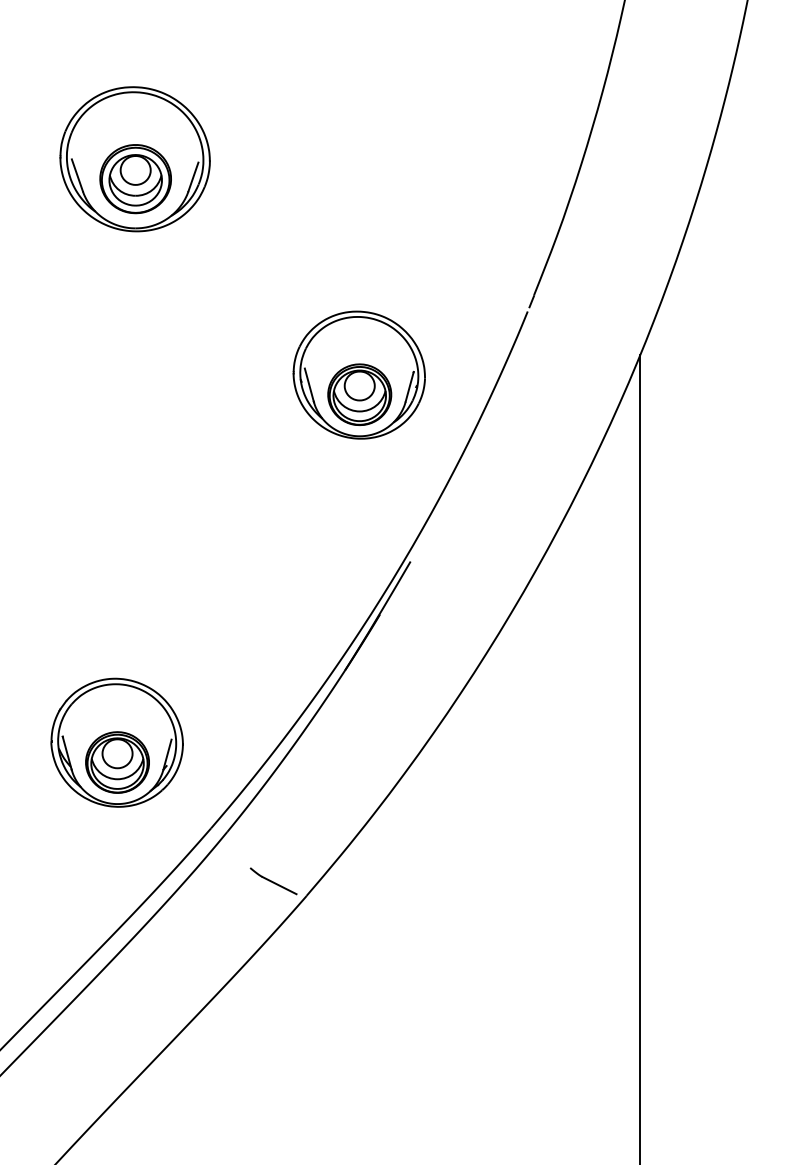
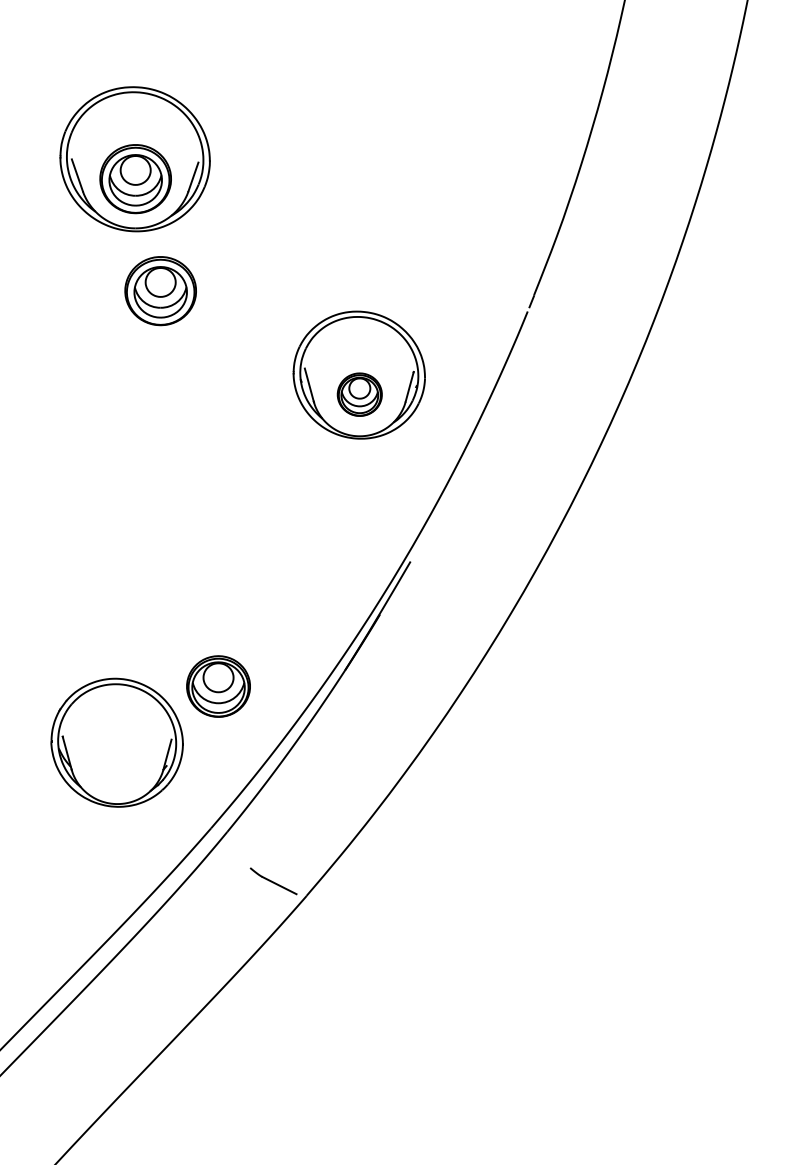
part at (160, 291): none -> present
part at (359, 394) size: 66x63 px -> 47x45 px
line at (640, 757): present -> none
part at (117, 762) position: (117, 762) -> (218, 686)
